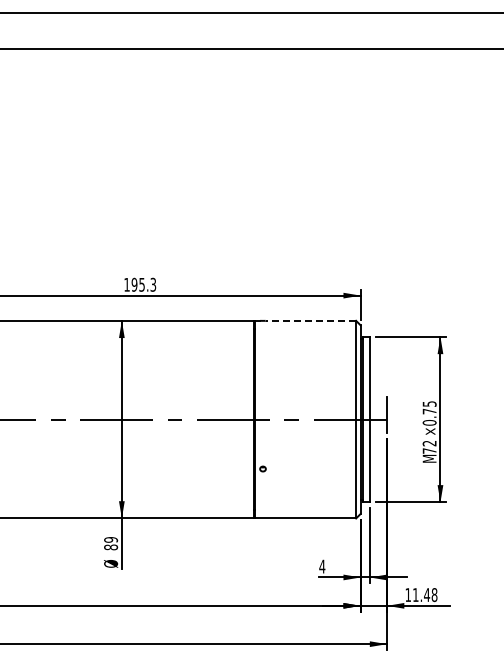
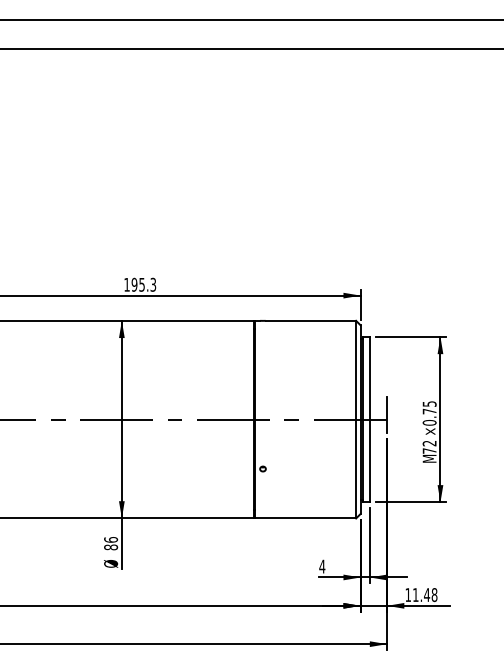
line at (251, 13) position: (251, 13) -> (251, 20)
line at (310, 320): dashed -> solid
text at (111, 539): 89 -> 86
